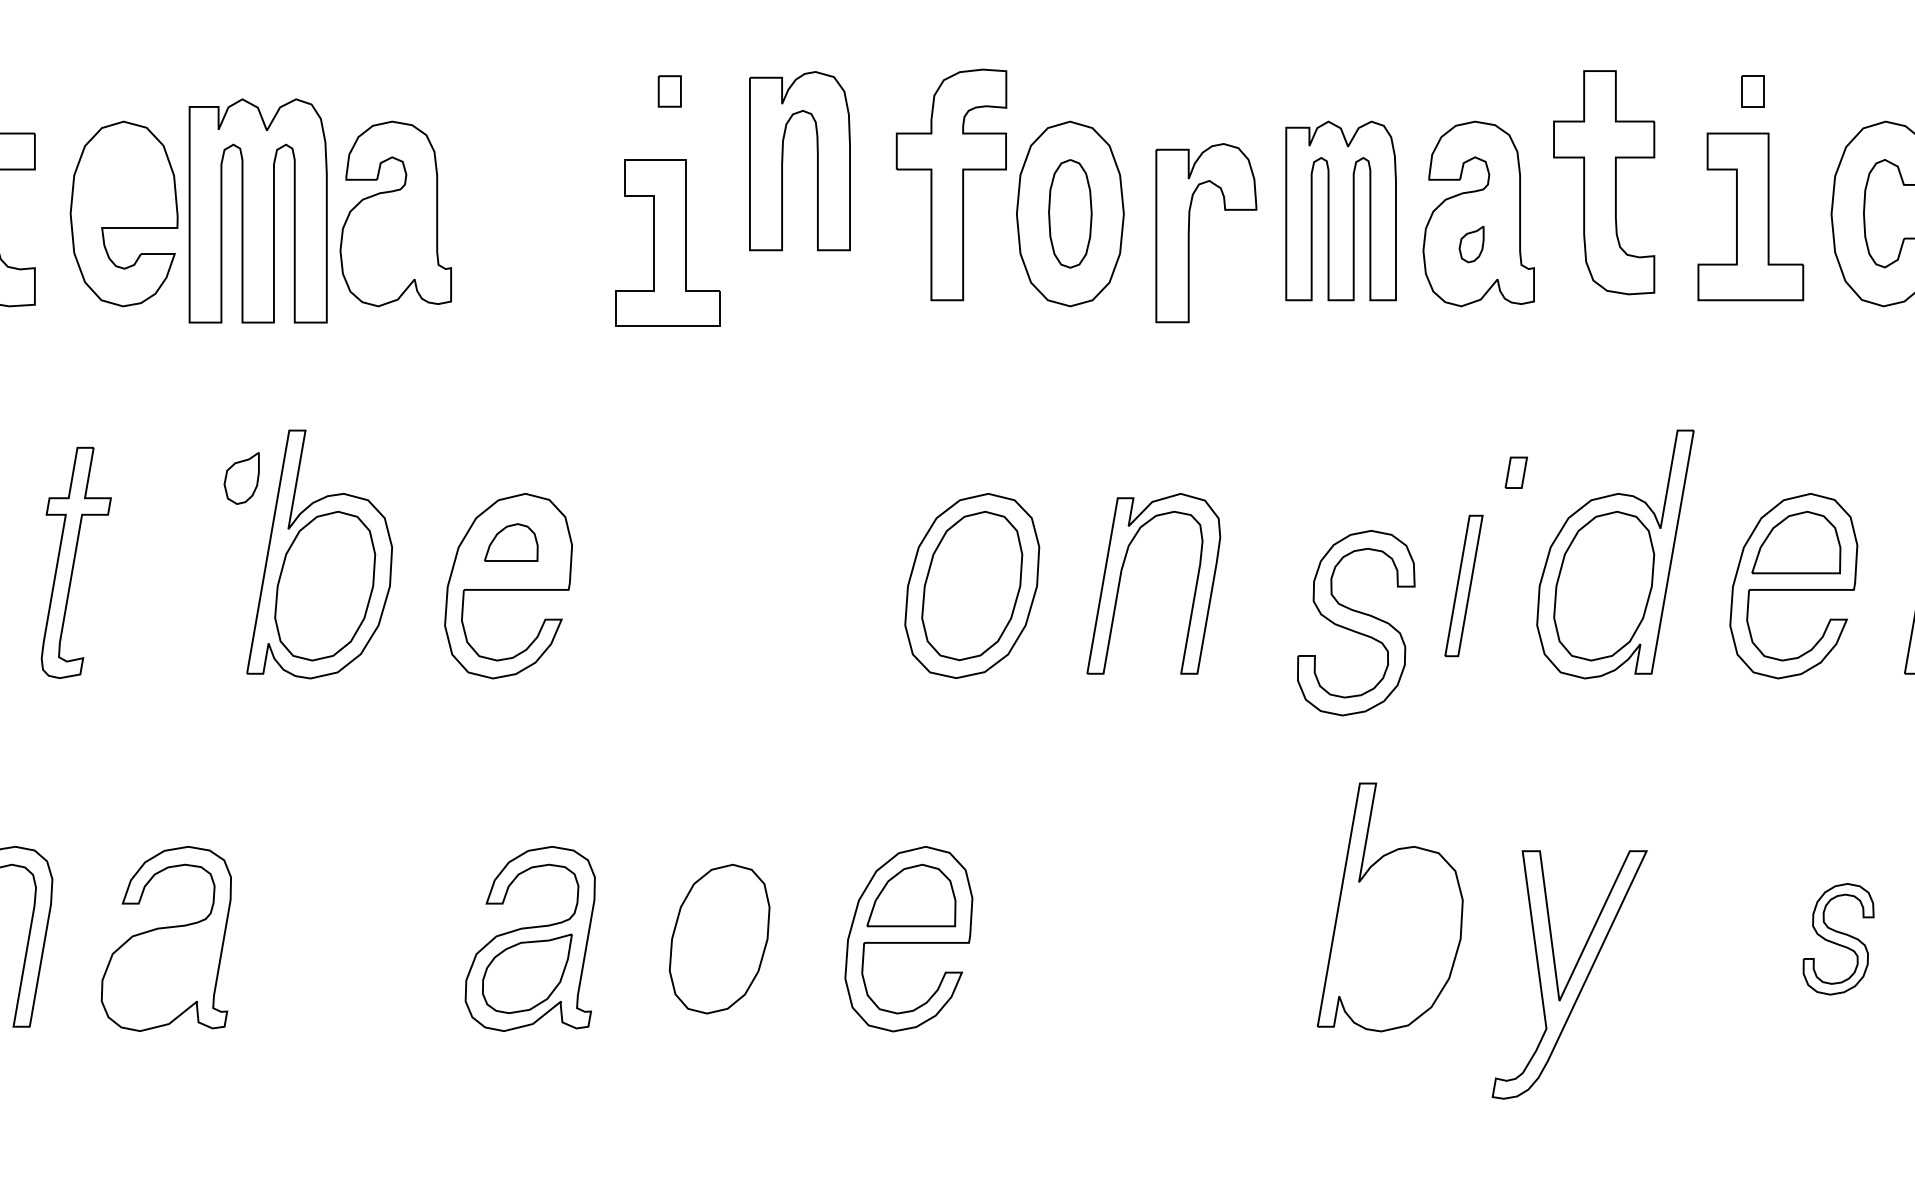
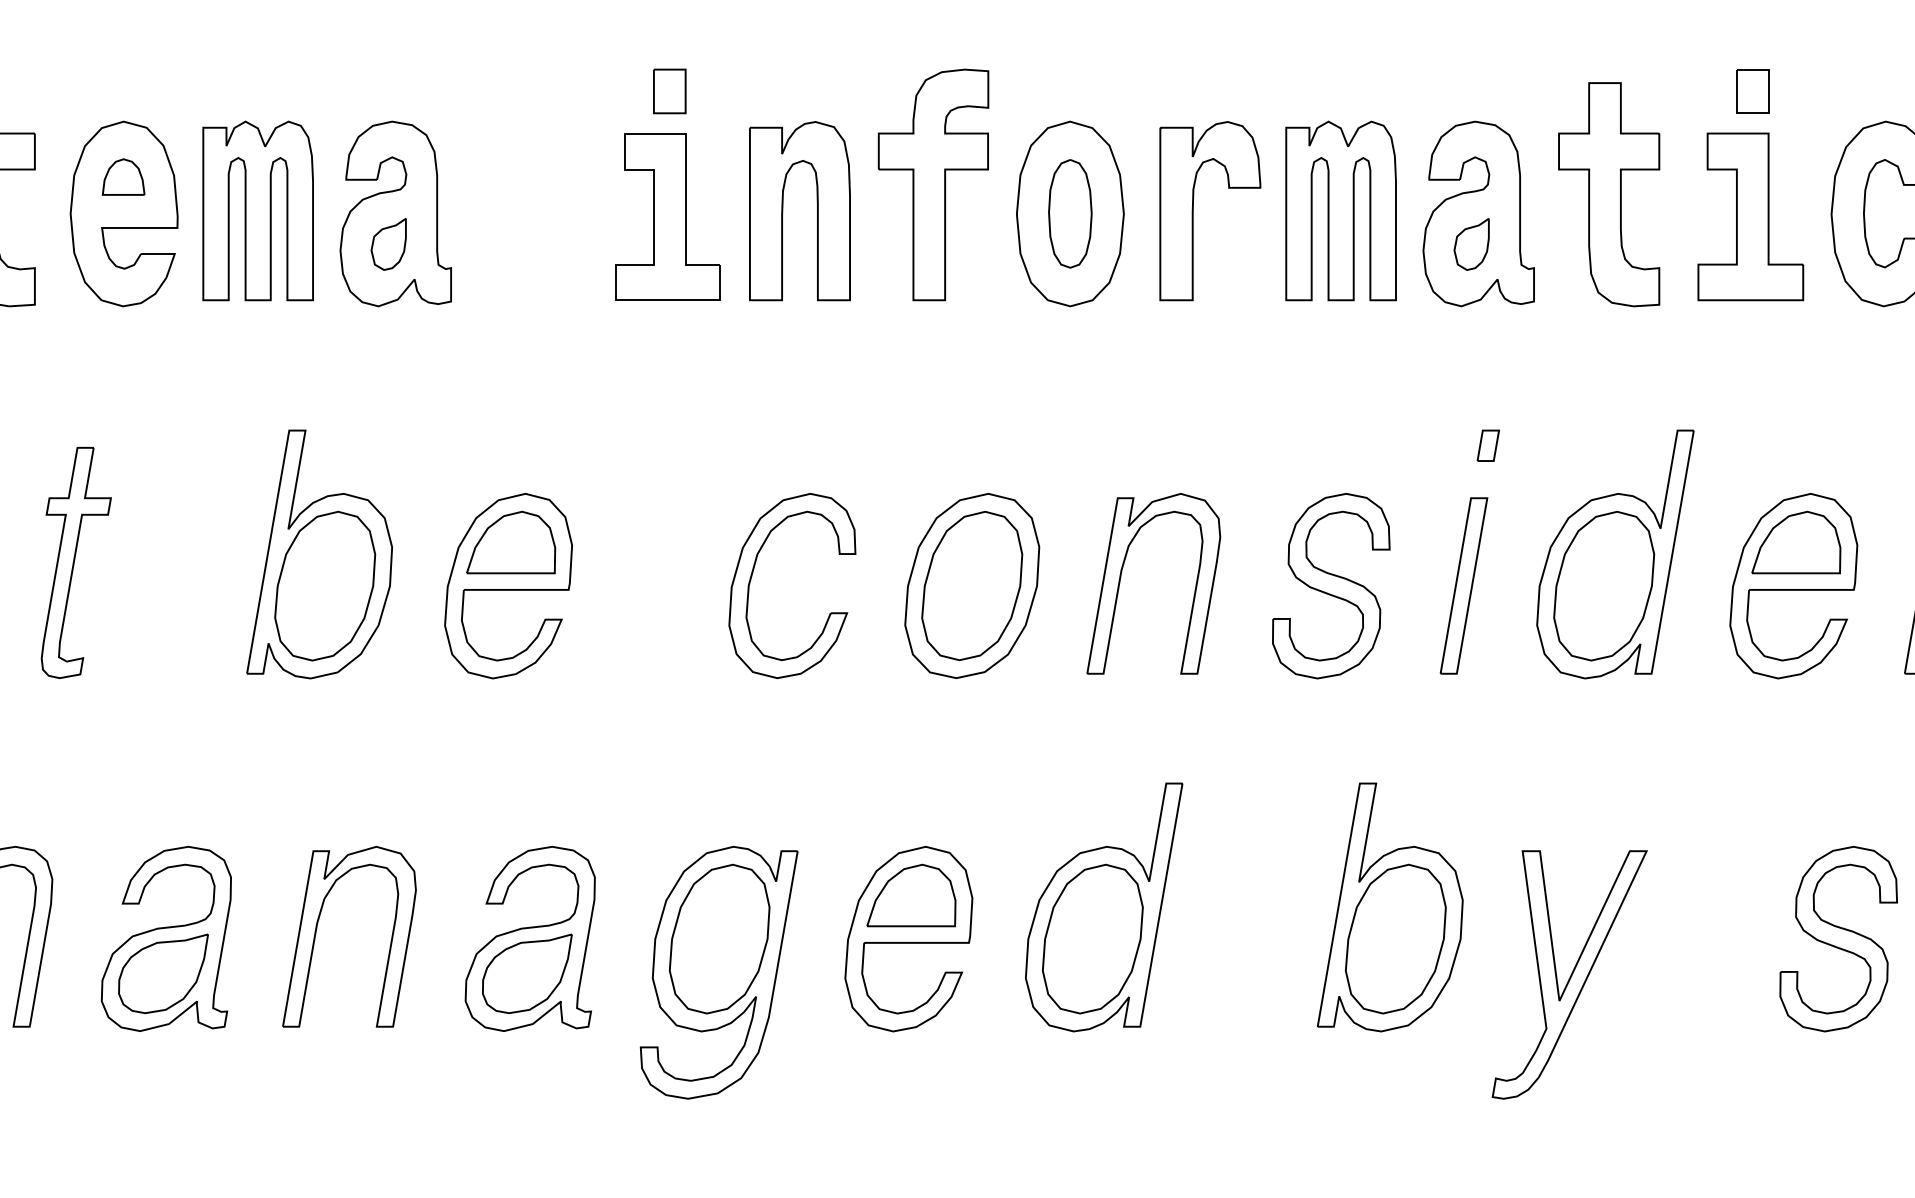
part at (669, 91) size: 25x33 px -> 34x47 px
part at (1752, 91) size: 24x33 px -> 34x45 px
part at (783, 161) position: (783, 161) -> (783, 211)
part at (123, 176): none -> present
part at (1604, 182) position: (1604, 182) -> (1609, 194)
part at (951, 184) position: (951, 184) -> (933, 184)
part at (257, 210) size: 140x226 px -> 112x182 px
part at (1189, 233) position: (1189, 233) -> (1193, 211)
part at (667, 242) position: (667, 242) -> (667, 216)
part at (1471, 244) size: 27x39 px -> 37x53 px
part at (1515, 472) position: (1515, 472) -> (1487, 445)
part at (241, 478) position: (241, 478) -> (388, 244)
part at (511, 542) size: 55x39 px -> 91x65 px
part at (752, 576): none -> present
part at (1463, 585) size: 40x144 px -> 50x178 px
part at (1356, 623) position: (1356, 623) -> (1331, 586)
part at (1104, 907): none -> present
part at (317, 928): none -> present
part at (1395, 938): none -> present
part at (1838, 939) size: 73x113 px -> 119x187 px
part at (718, 972): none -> present
part at (163, 973): none -> present
